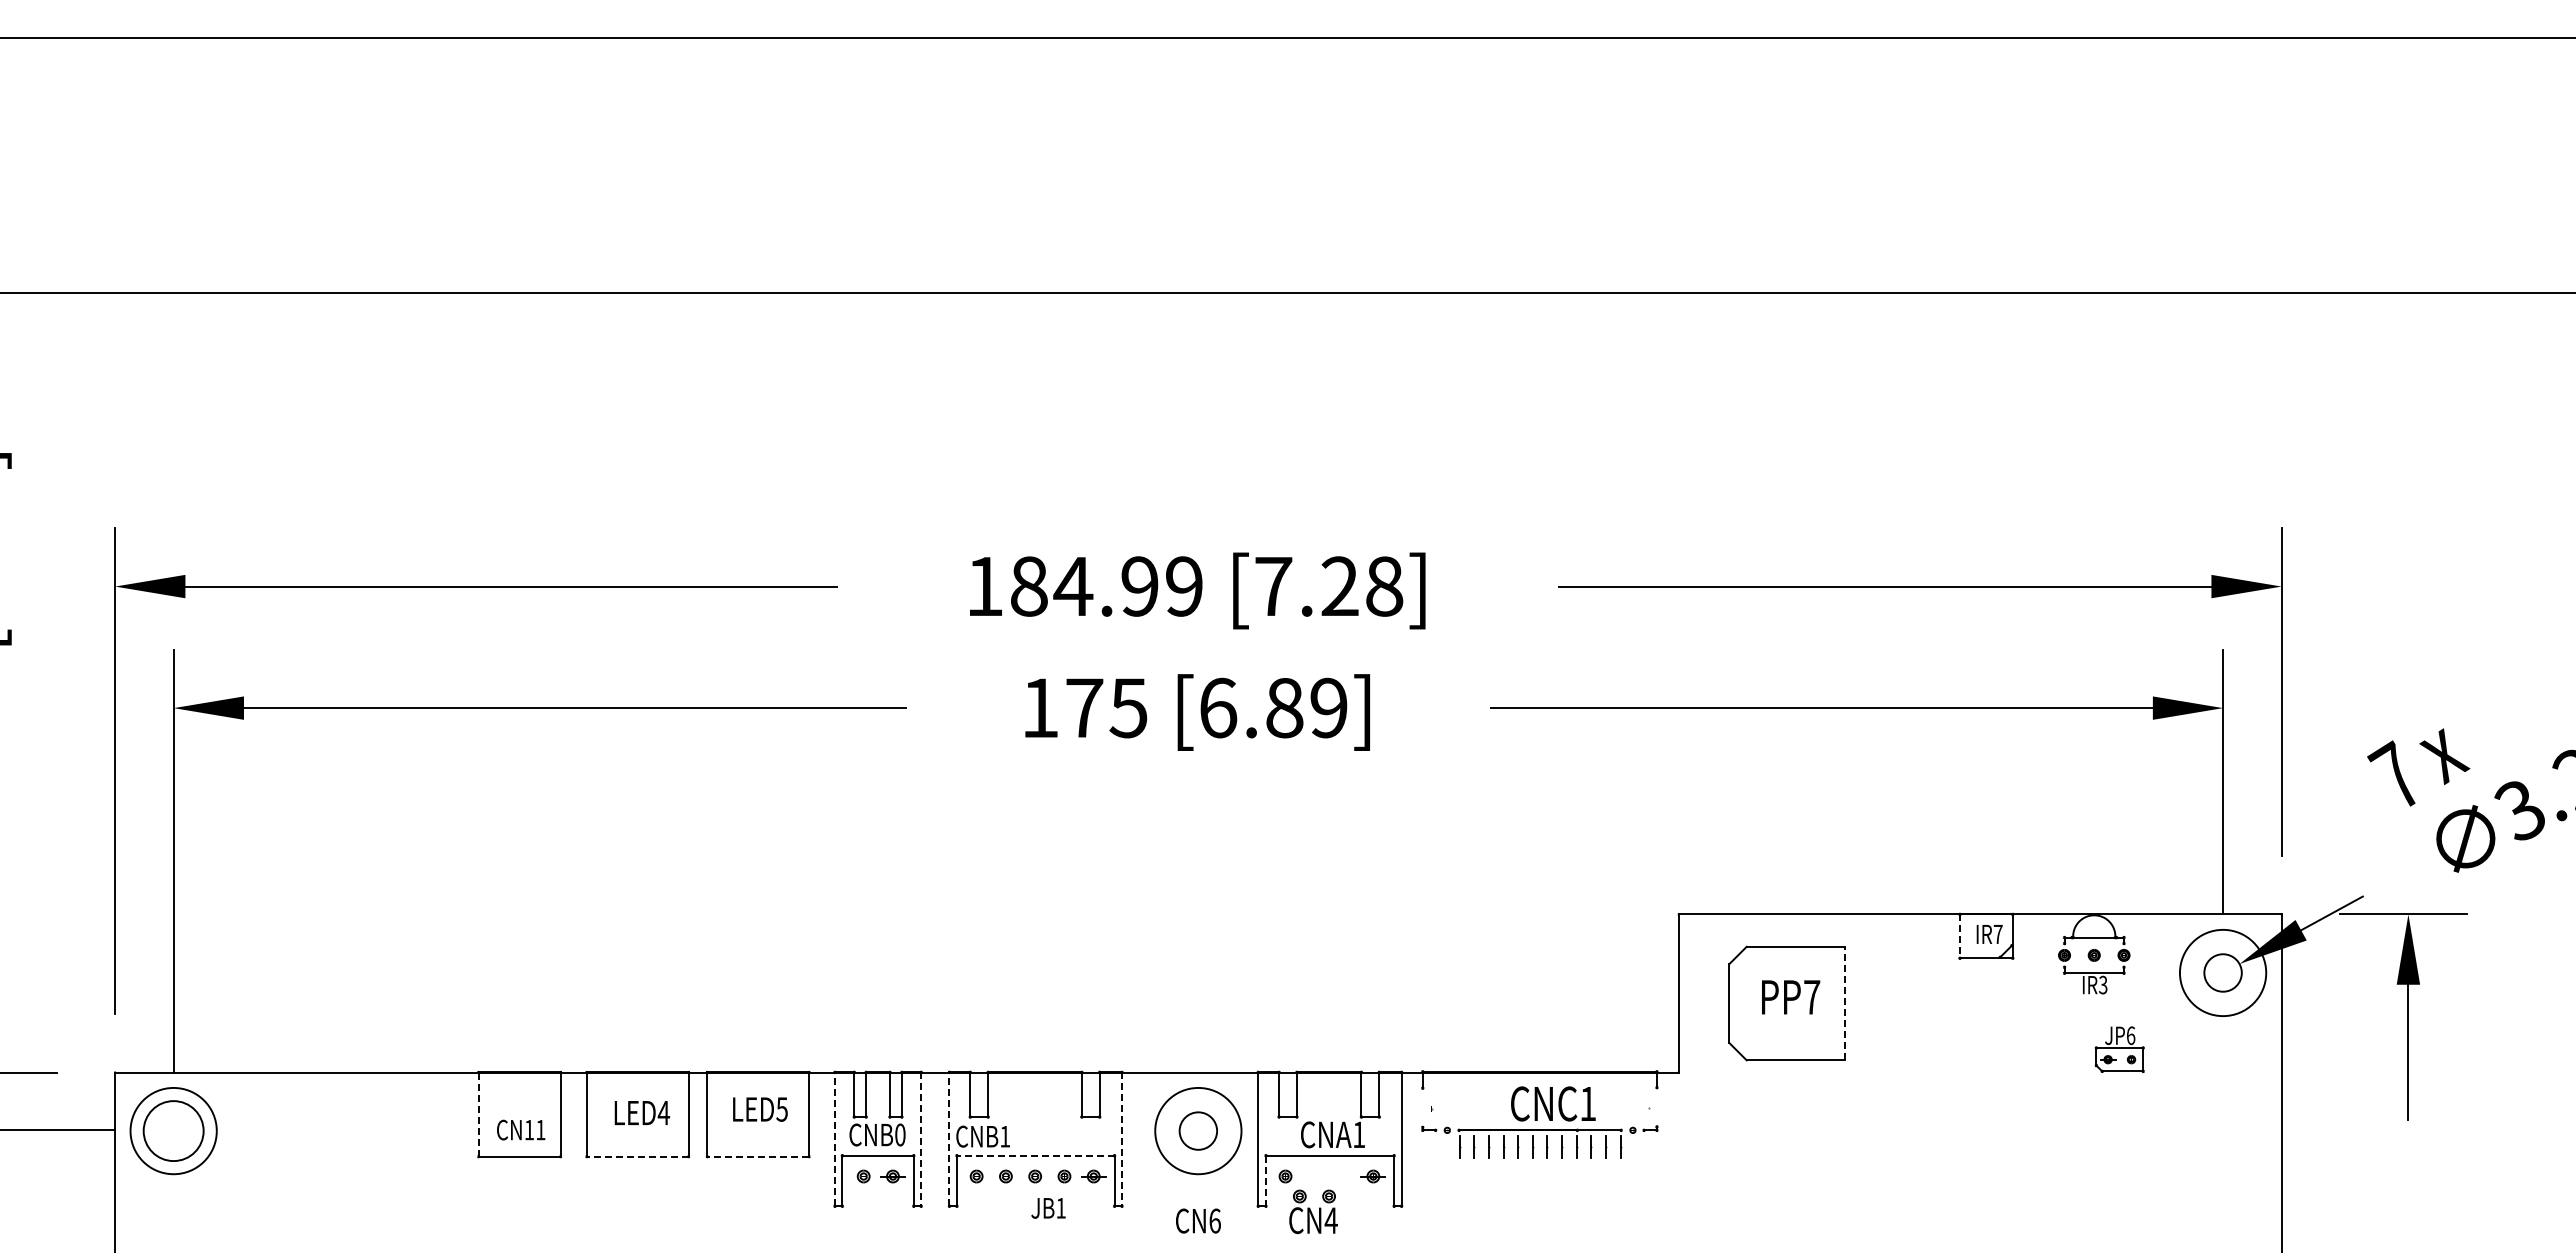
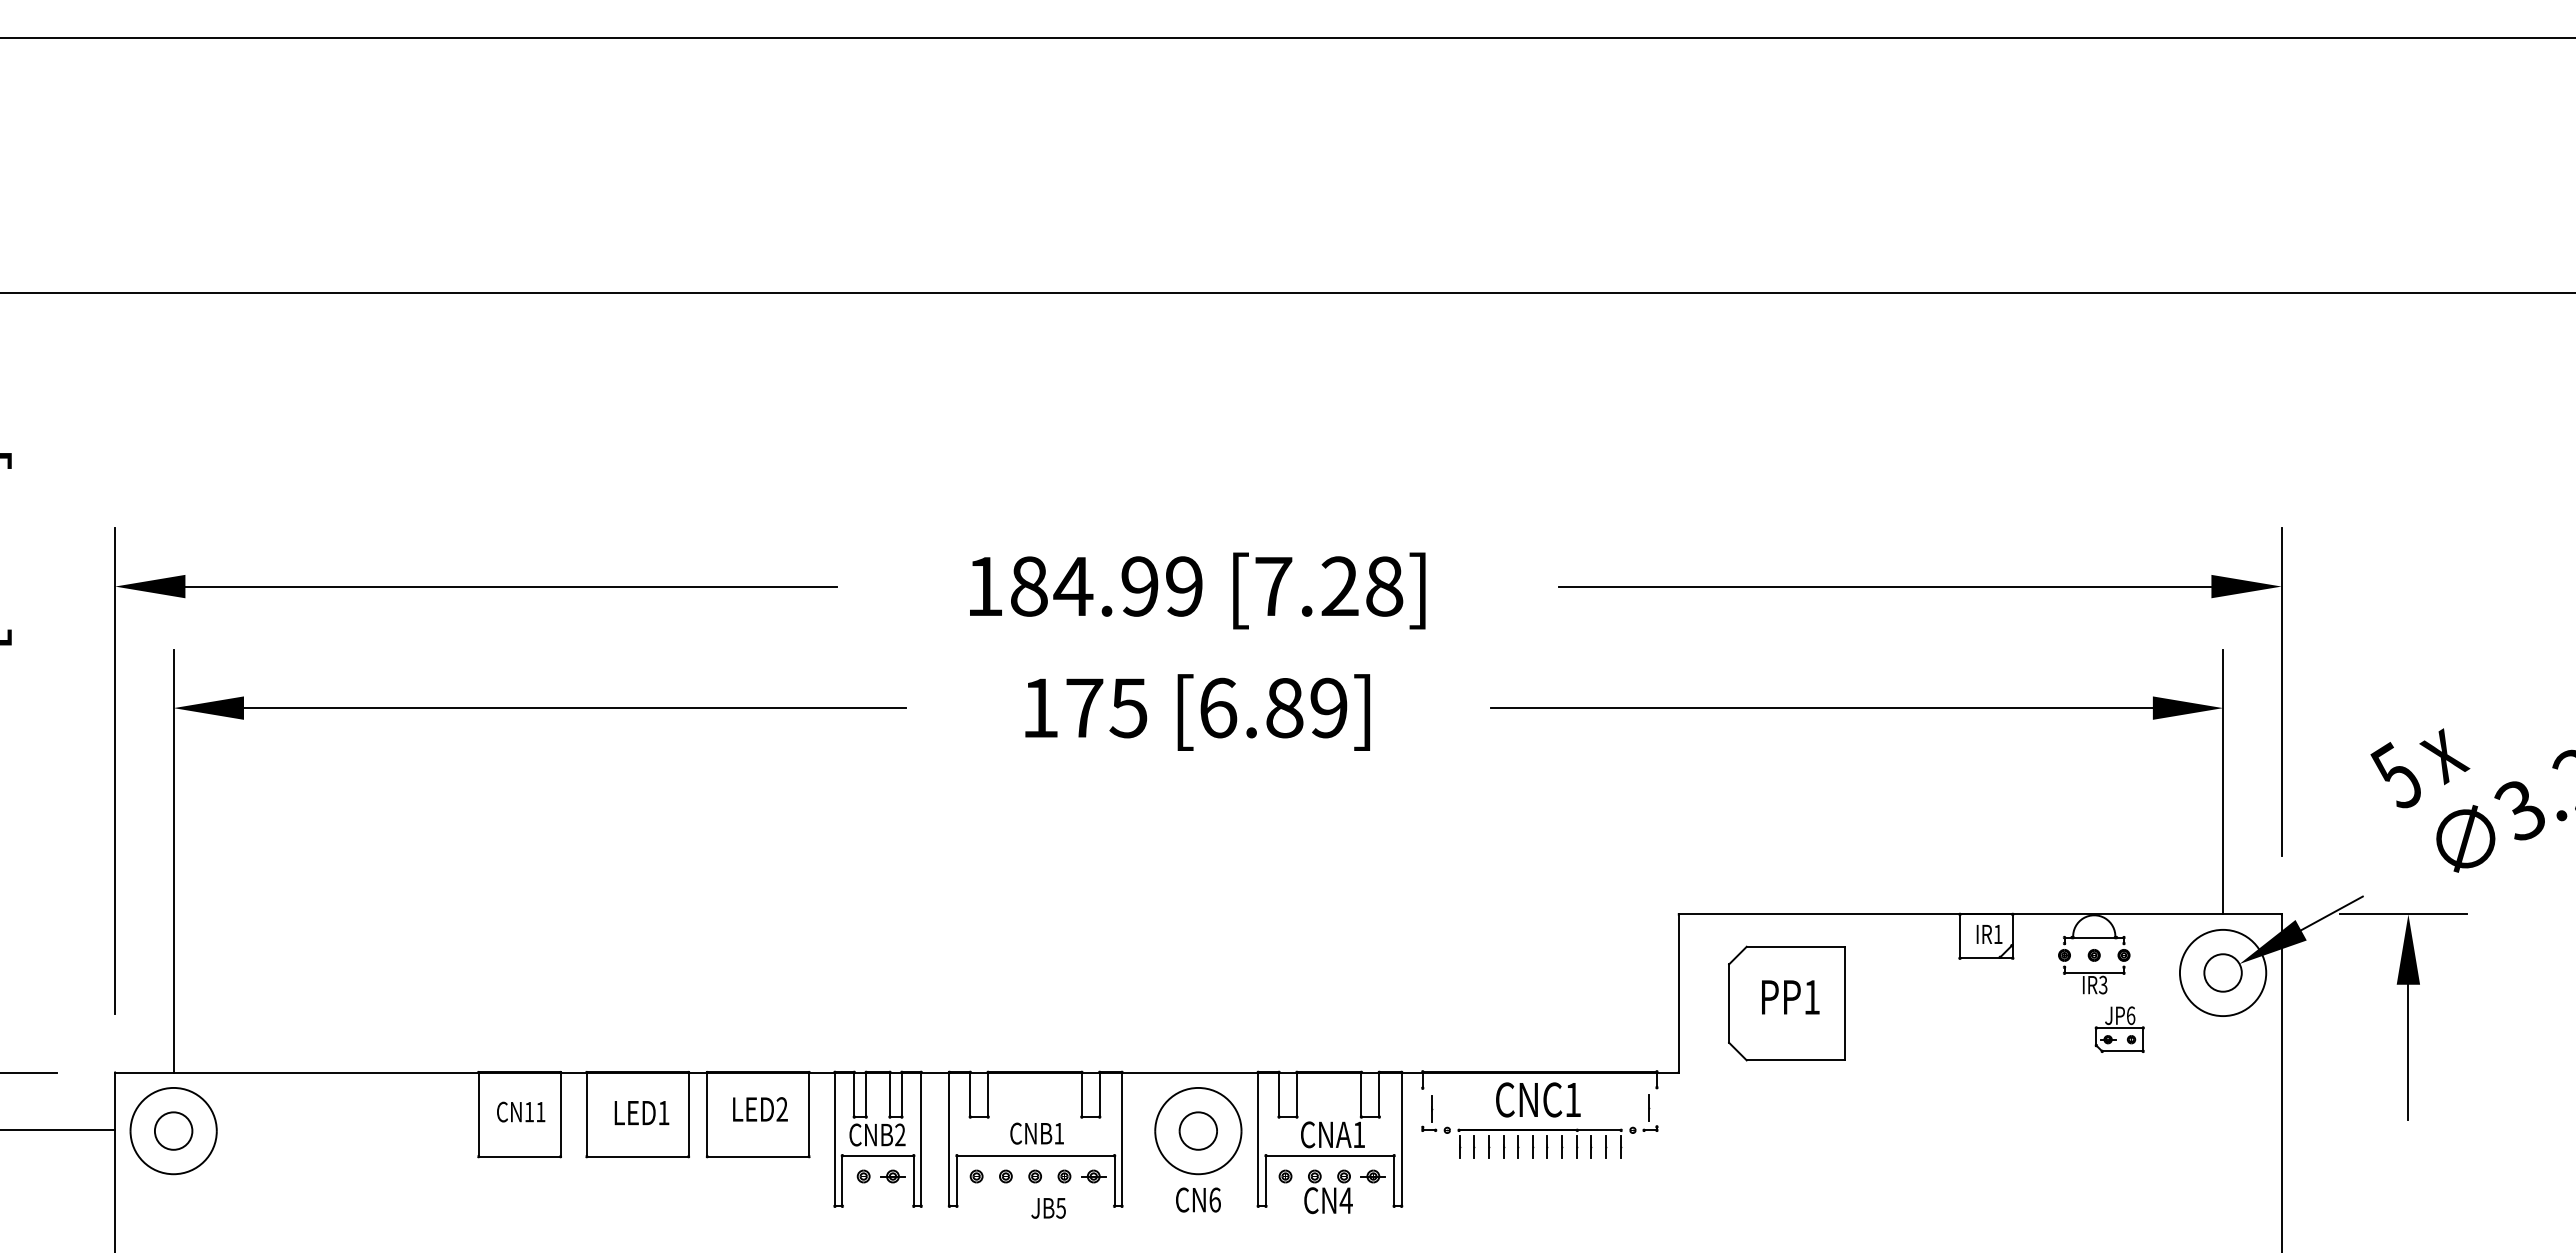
text at (2393, 774): 7 -> 5
text at (1997, 934): IR7 -> IR1
line at (1960, 936): dashed -> solid
text at (1812, 997): PP7 -> PP1
line at (1845, 1003): dashed -> solid
part at (2119, 1049) position: (2119, 1049) -> (2119, 1029)
text at (1553, 1103) position: (1553, 1103) -> (1538, 1099)
line at (1431, 1108): none -> present
line at (1648, 1108): none -> present
text at (781, 1109): LED5 -> LED2
text at (663, 1113): LED4 -> LED1
line at (478, 1114): dashed -> solid
text at (521, 1129) position: (521, 1129) -> (521, 1111)
circle at (173, 1131) diameter: 60 px -> 37 px
text at (900, 1134): CNB0 -> CNB2
text at (982, 1136) position: (982, 1136) -> (1036, 1133)
line at (834, 1139): dashed -> solid
line at (921, 1139): dashed -> solid
line at (949, 1139): dashed -> solid
line at (1122, 1139): dashed -> solid
line at (1035, 1155): dashed -> solid
line at (637, 1156): dashed -> solid
line at (758, 1156): dashed -> solid
line at (1265, 1181): dashed -> solid
text at (1060, 1208): JB1 -> JB5
part at (1313, 1211) position: (1313, 1211) -> (1328, 1191)
text at (1198, 1220) position: (1198, 1220) -> (1198, 1199)
